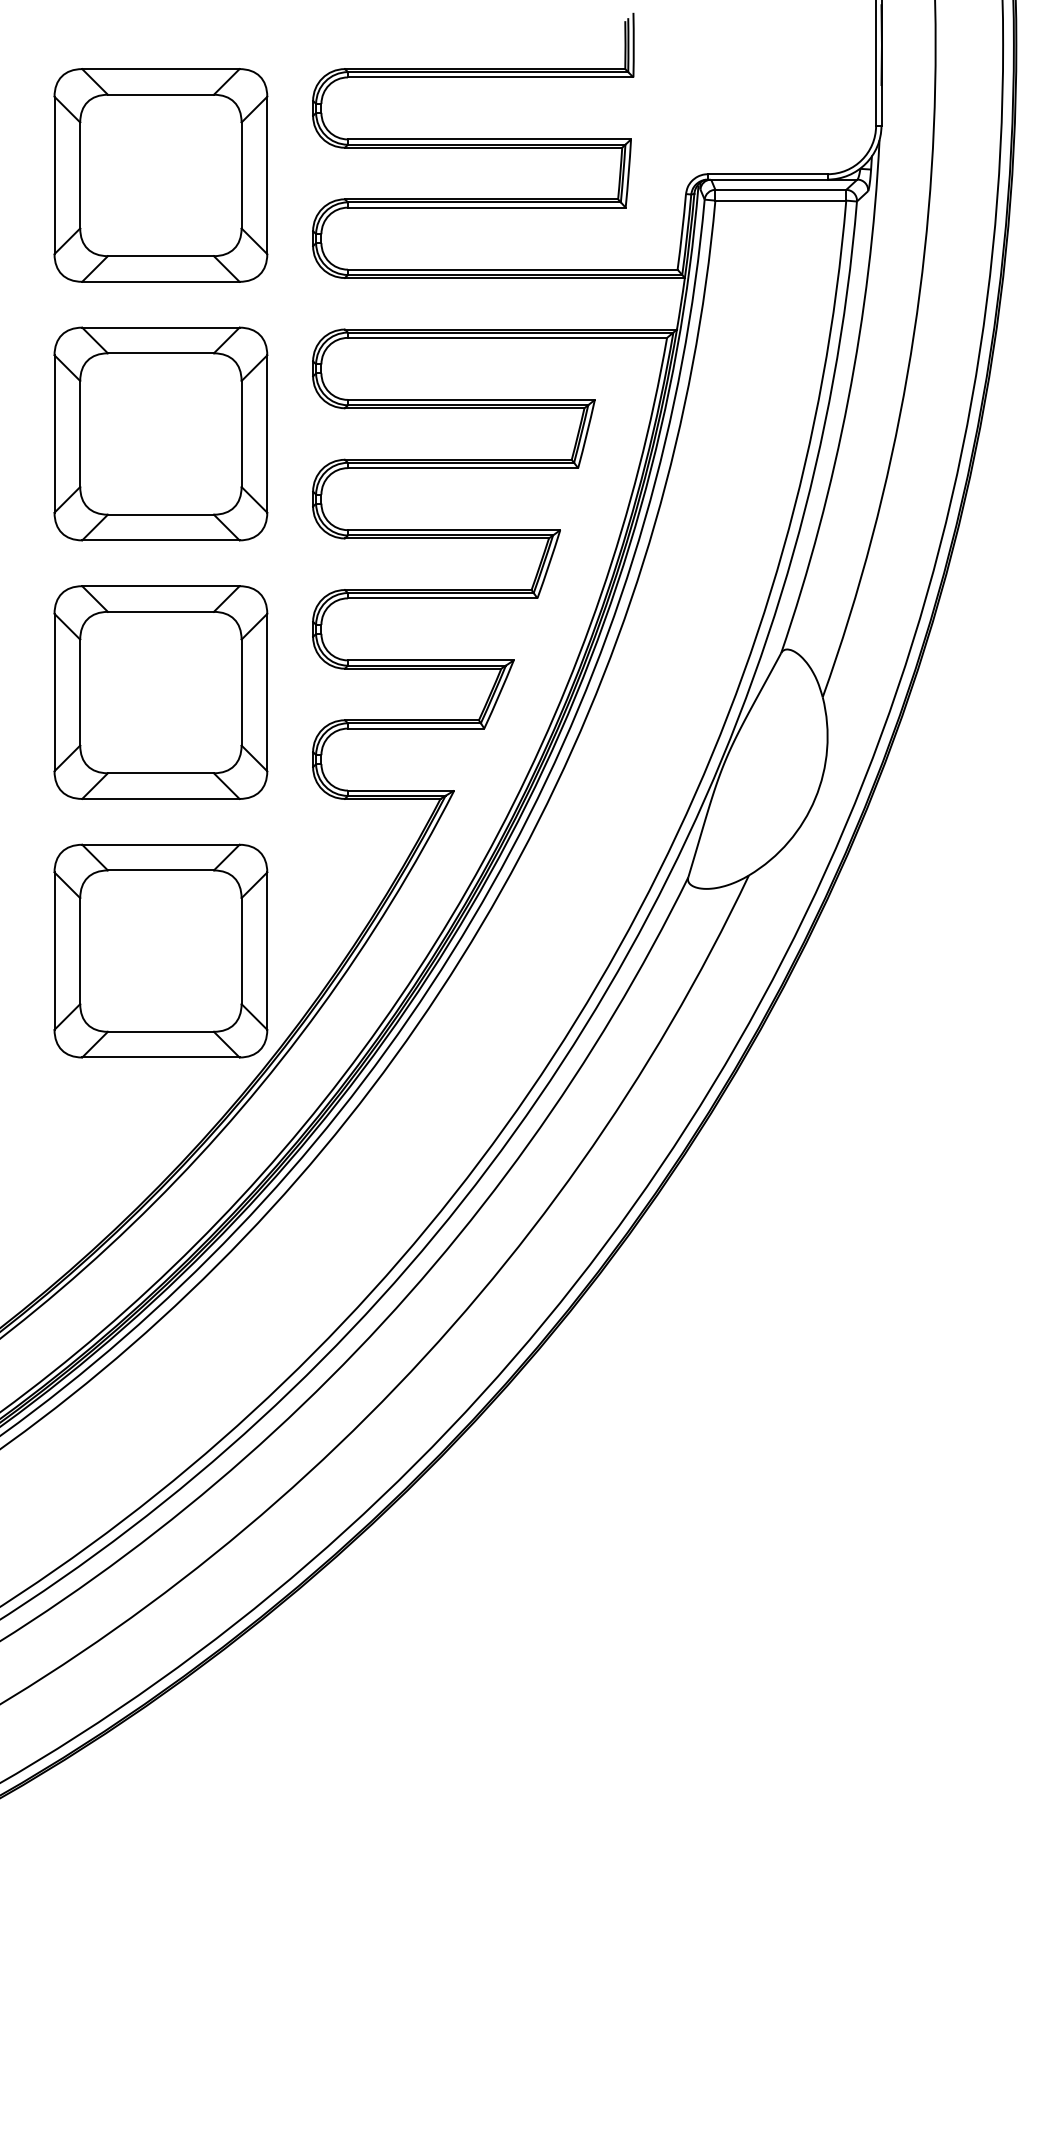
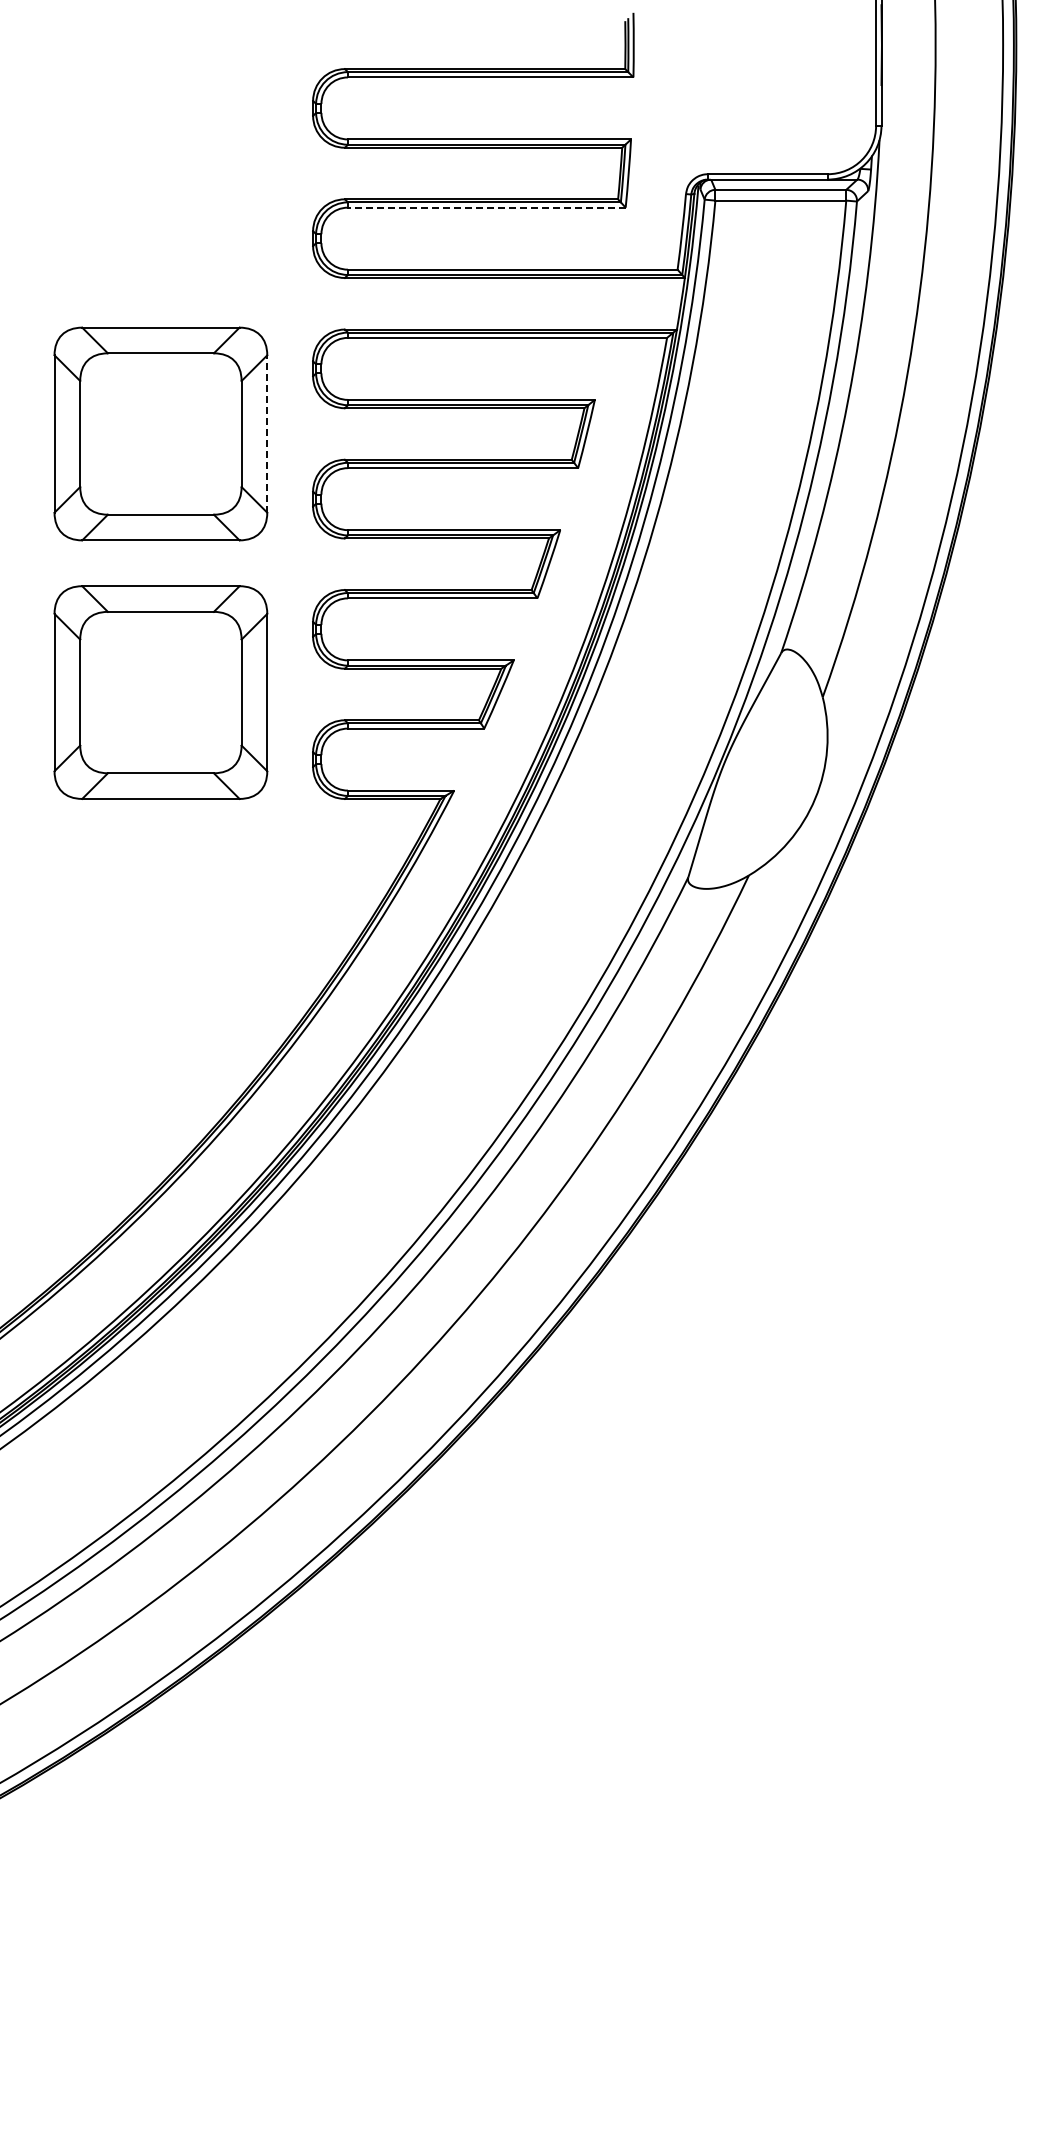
part at (160, 175): present -> none
line at (486, 207): solid -> dashed
line at (267, 434): solid -> dashed
part at (160, 950): present -> none
